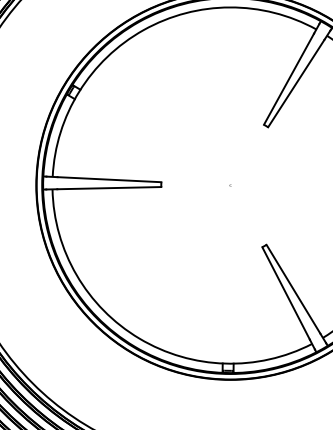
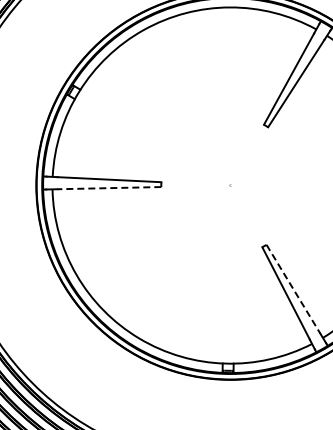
line at (109, 188): solid -> dashed
line at (293, 289): solid -> dashed
